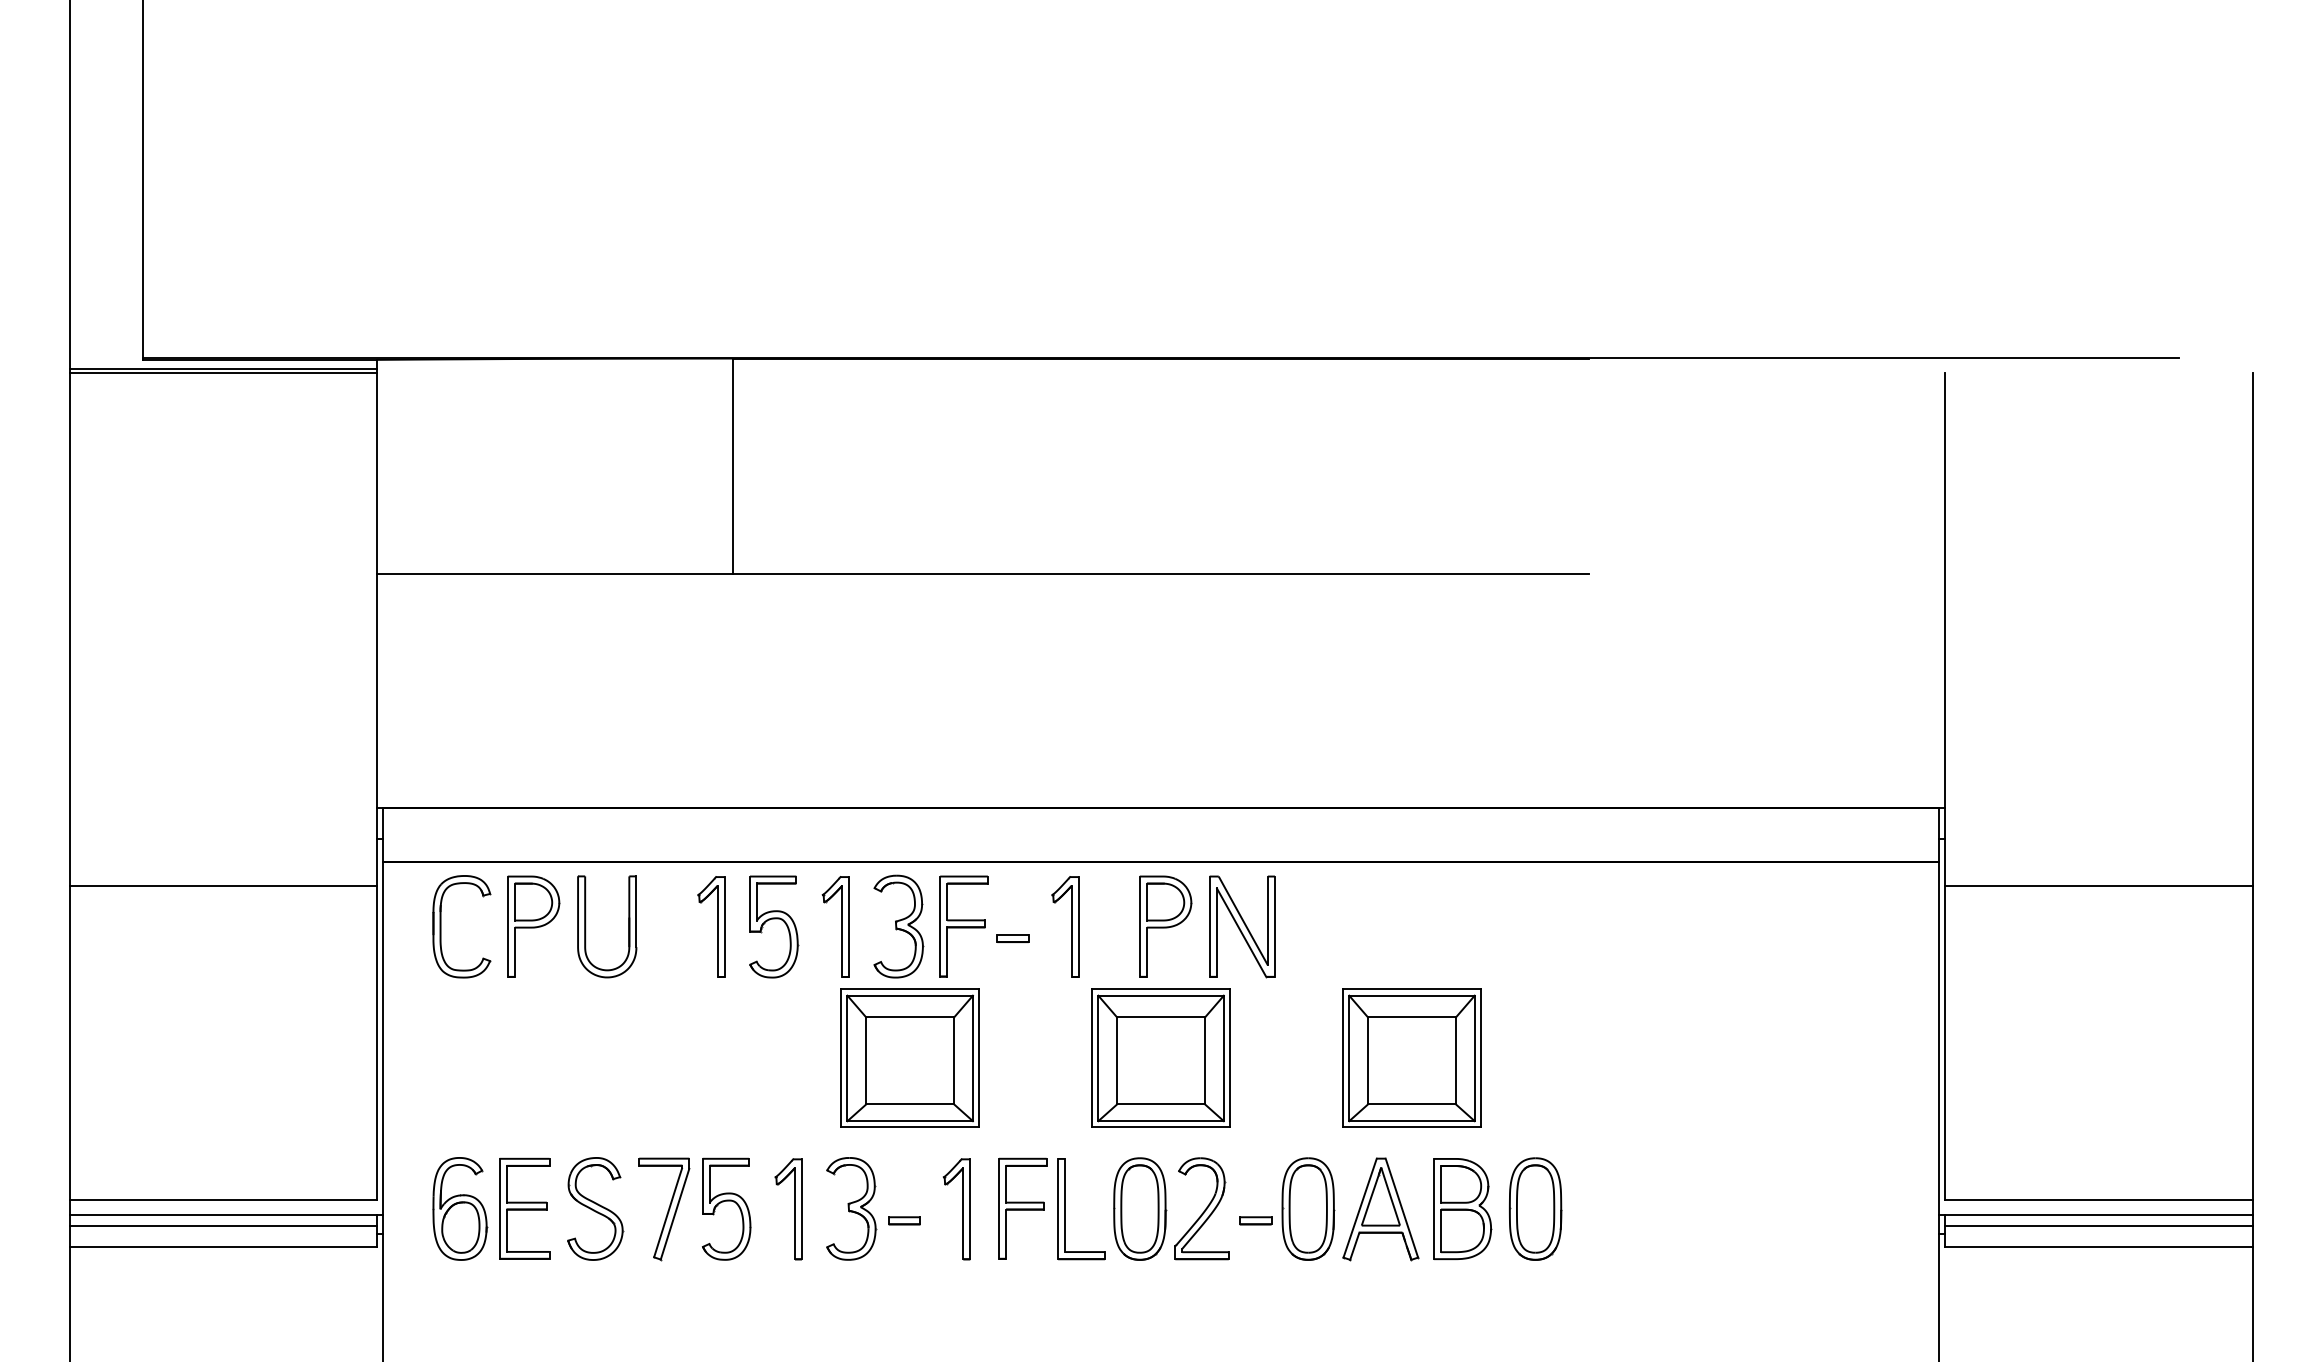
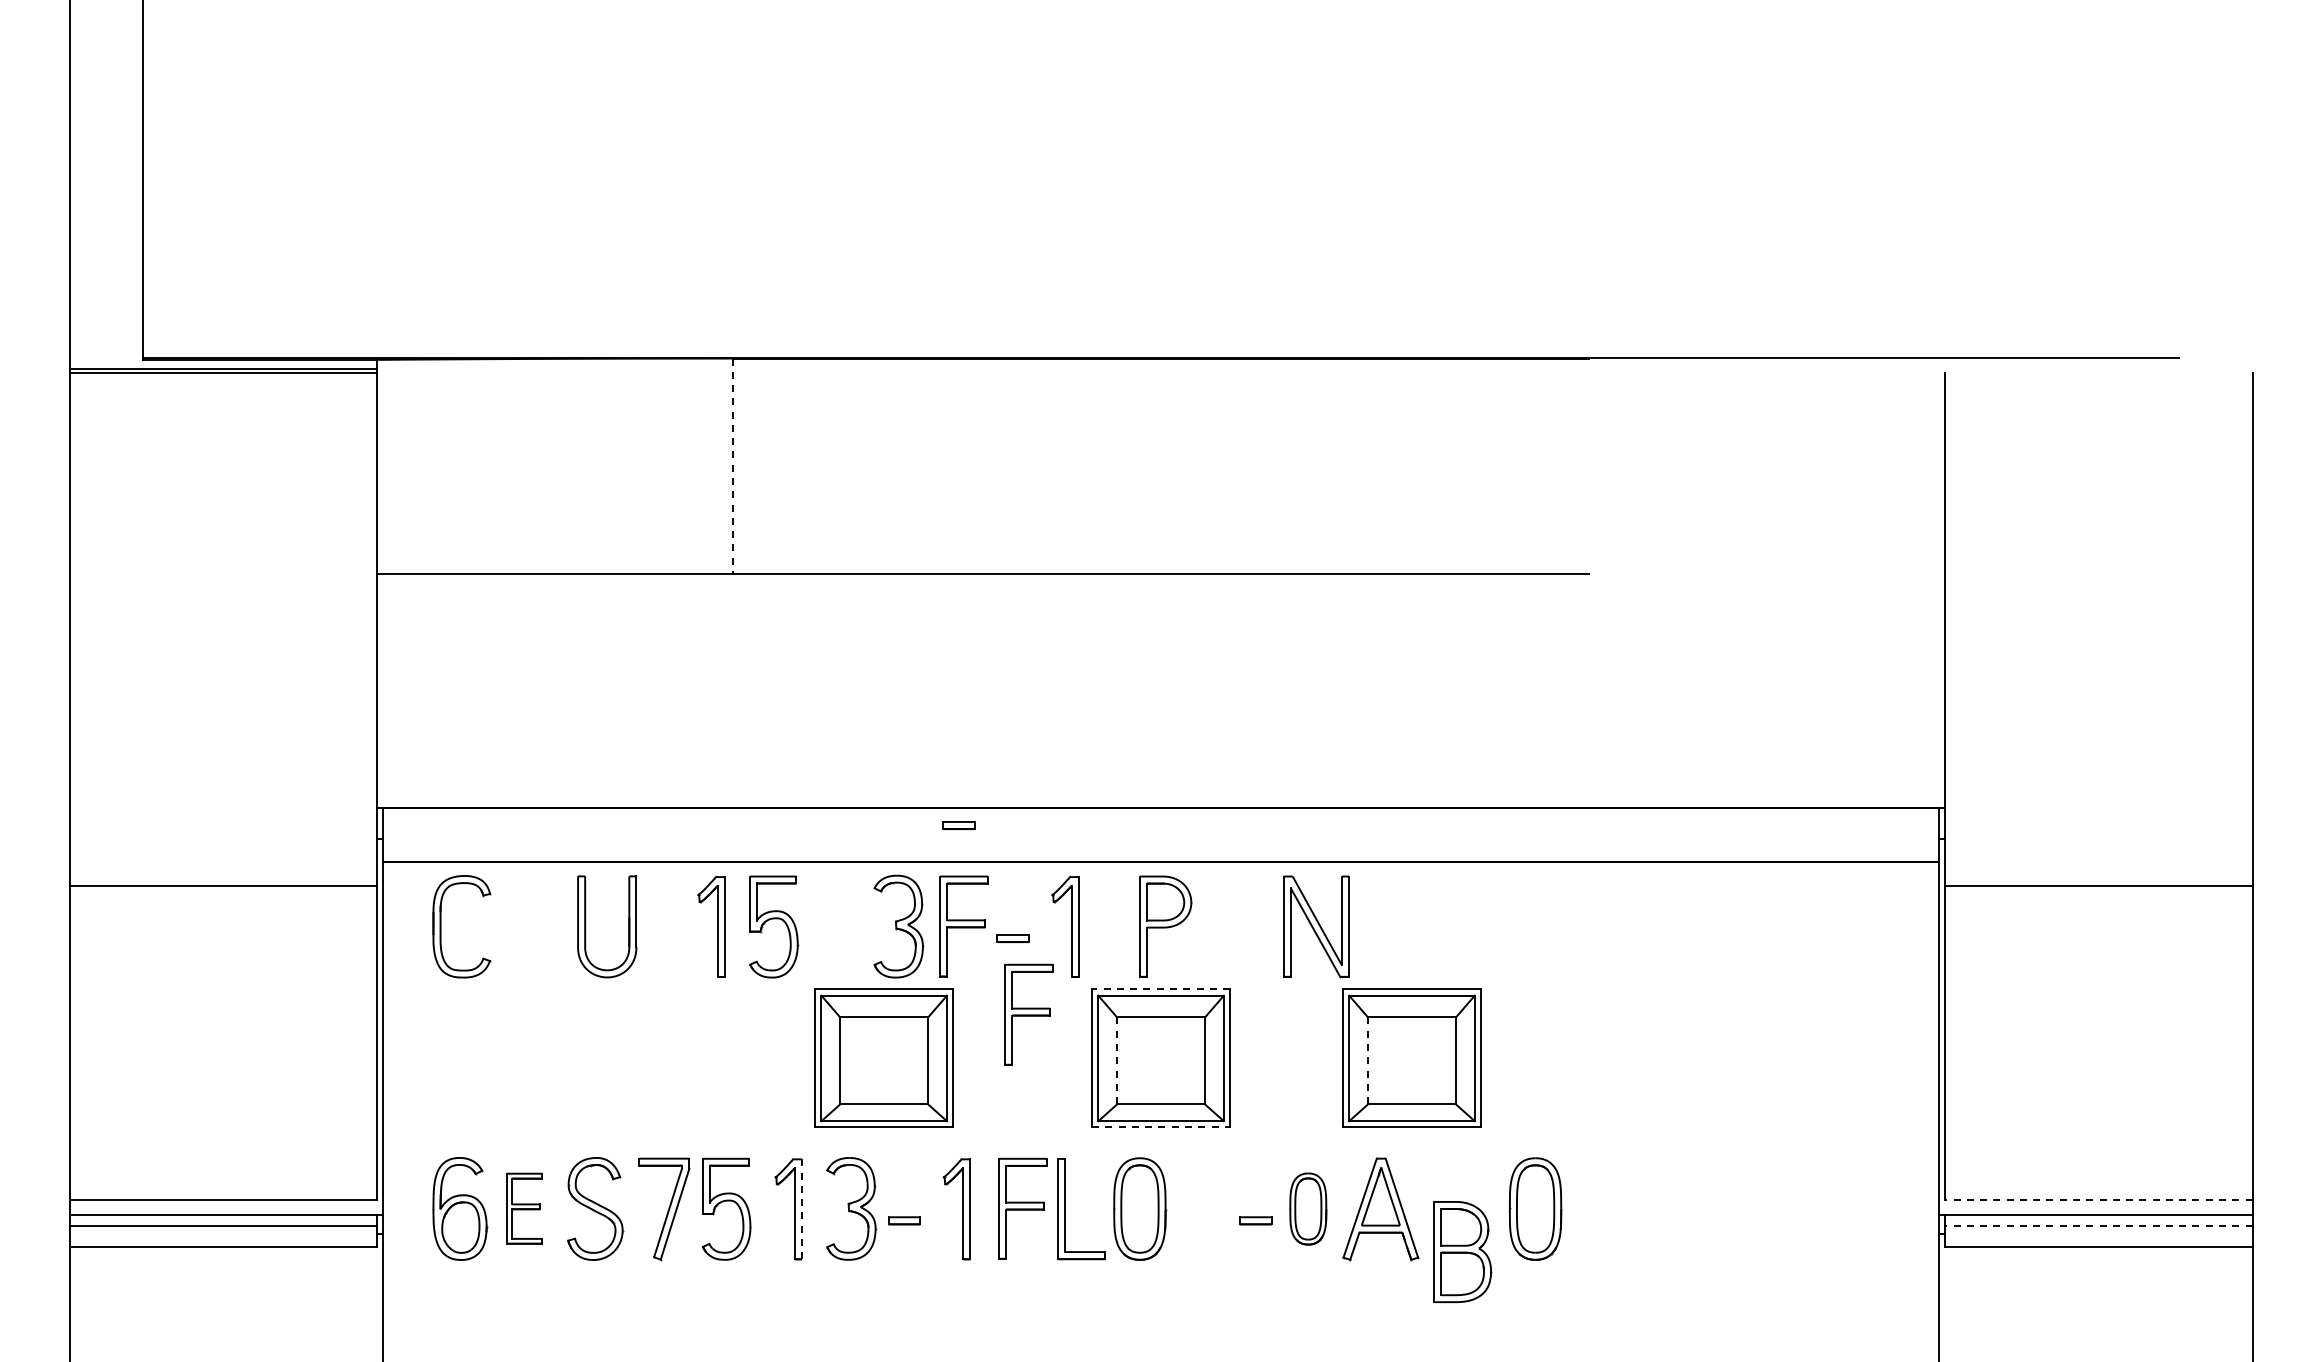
line at (732, 466): solid -> dashed
part at (958, 825): none -> present
part at (533, 926): present -> none
part at (835, 926): present -> none
part at (1242, 926) position: (1242, 926) -> (1316, 926)
line at (1161, 989): solid -> dashed
part at (1028, 1014): none -> present
part at (909, 1057) position: (909, 1057) -> (883, 1057)
line at (1117, 1061): solid -> dashed
line at (1368, 1061): solid -> dashed
line at (1161, 1127): solid -> dashed
line at (2098, 1199): solid -> dashed
part at (524, 1208) size: 52x103 px -> 37x73 px
part at (1201, 1208): present -> none
part at (1308, 1208) size: 55x104 px -> 39x74 px
line at (801, 1209): solid -> dashed
part at (1462, 1209) position: (1462, 1209) -> (1462, 1252)
line at (2098, 1225): solid -> dashed
